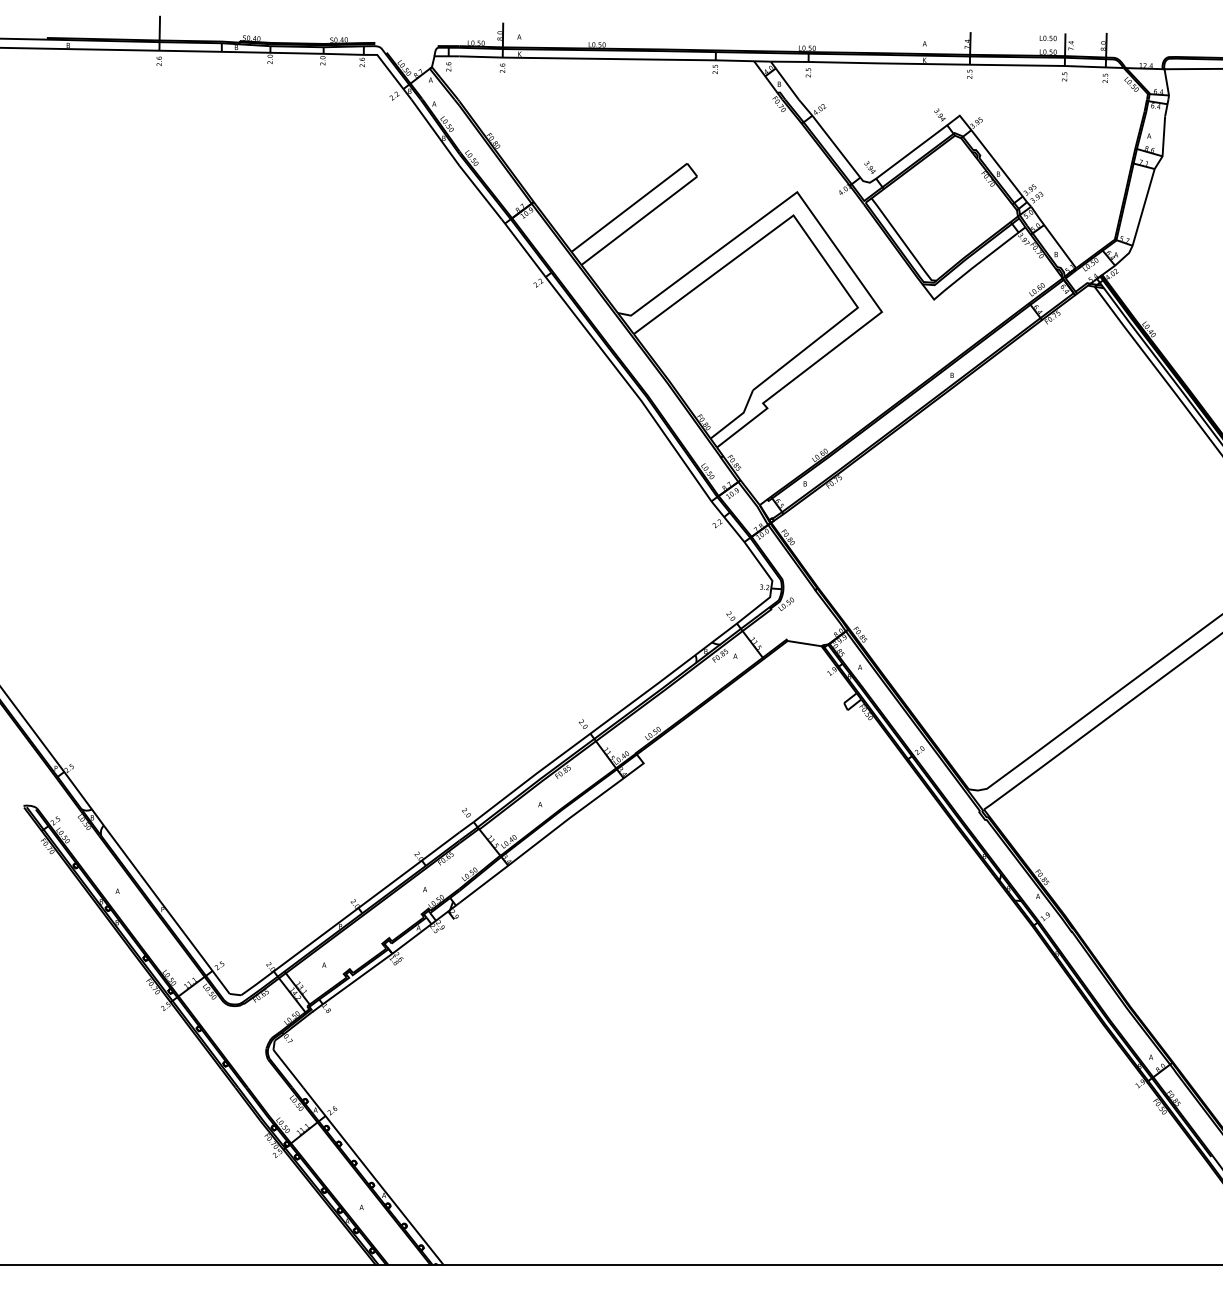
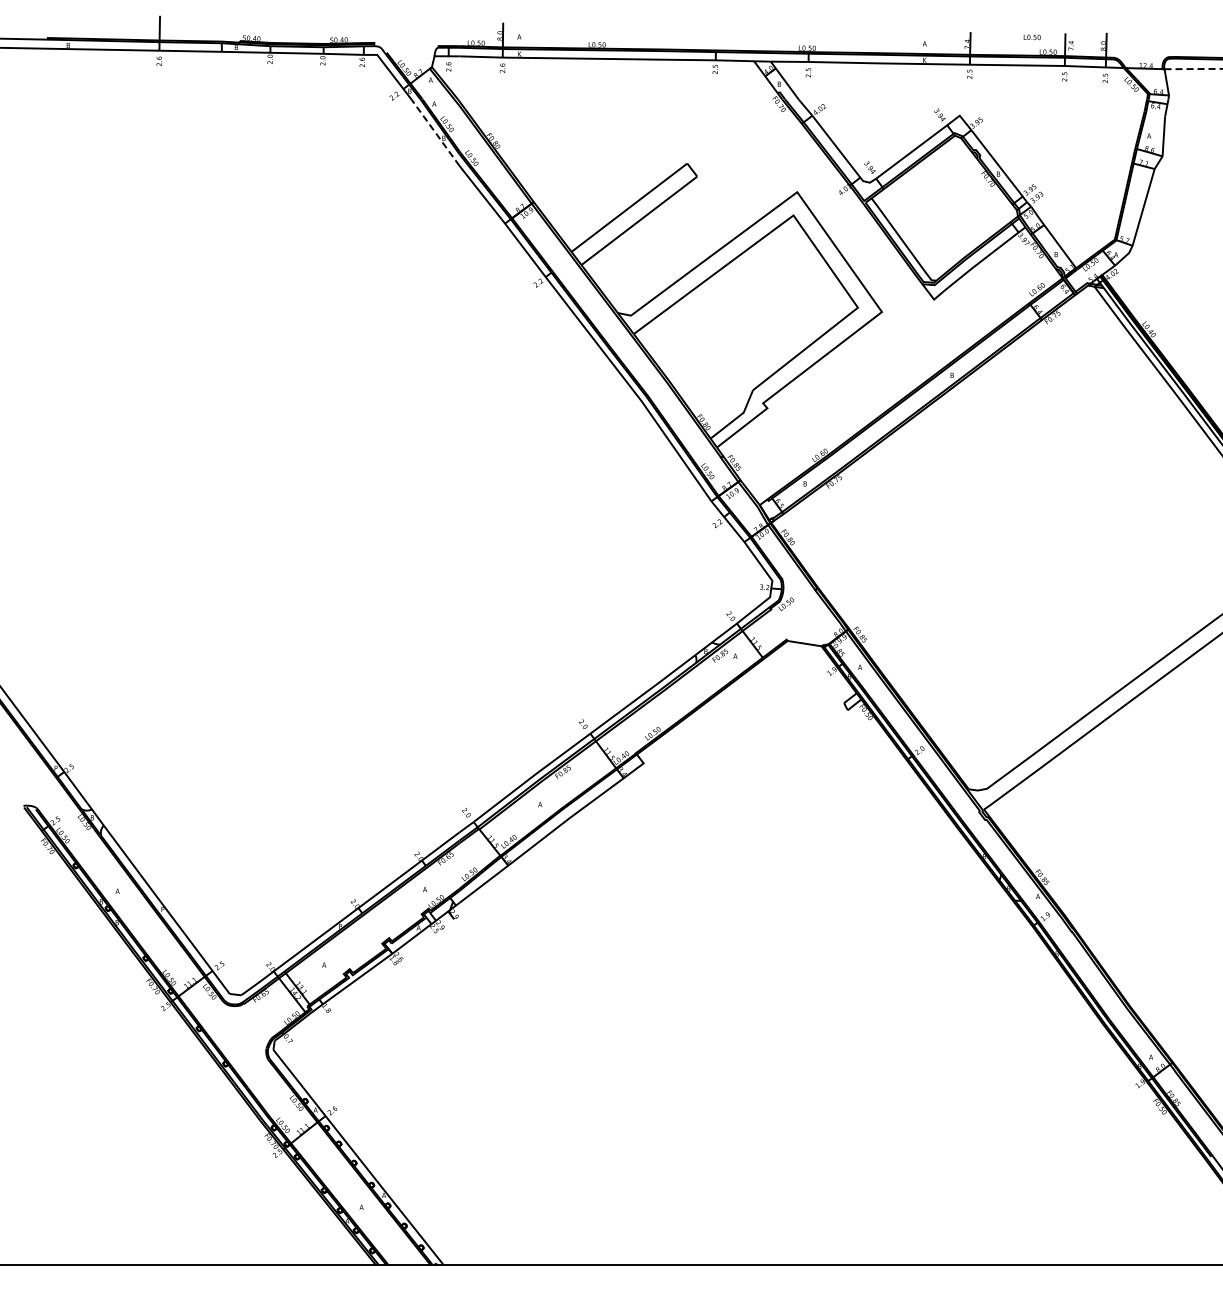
text at (1047, 38) position: (1047, 38) -> (1031, 37)
line at (1193, 69): solid -> dashed
line at (435, 132): solid -> dashed
